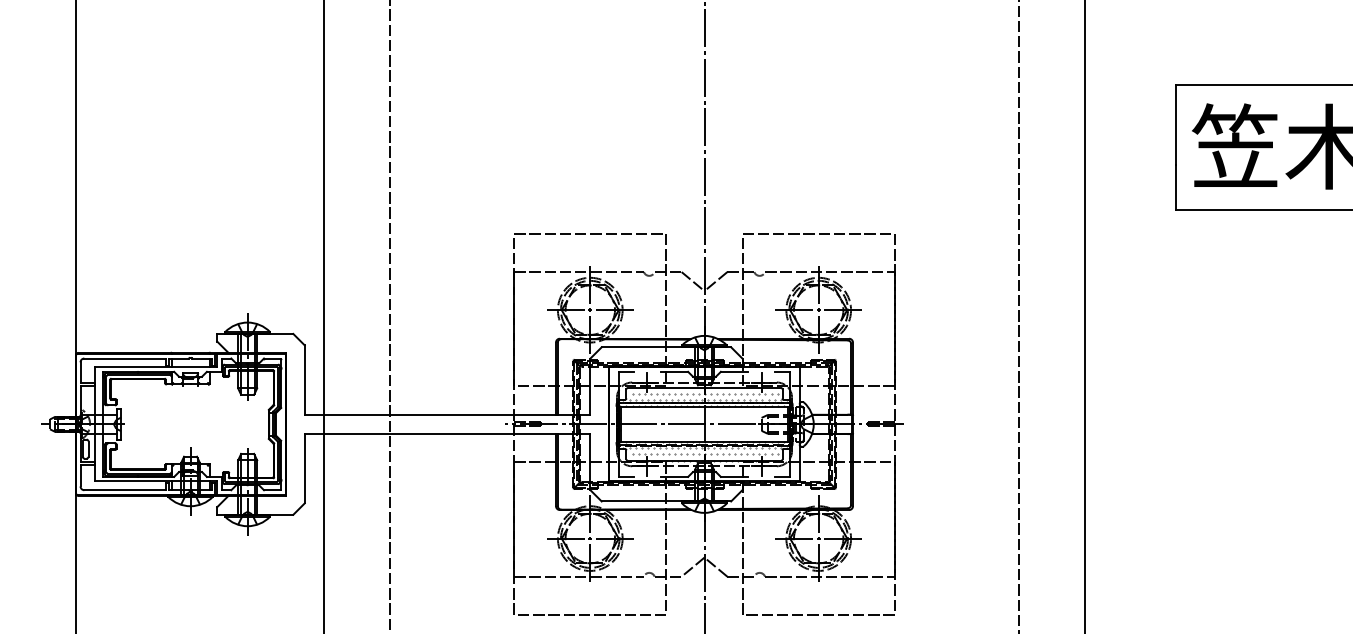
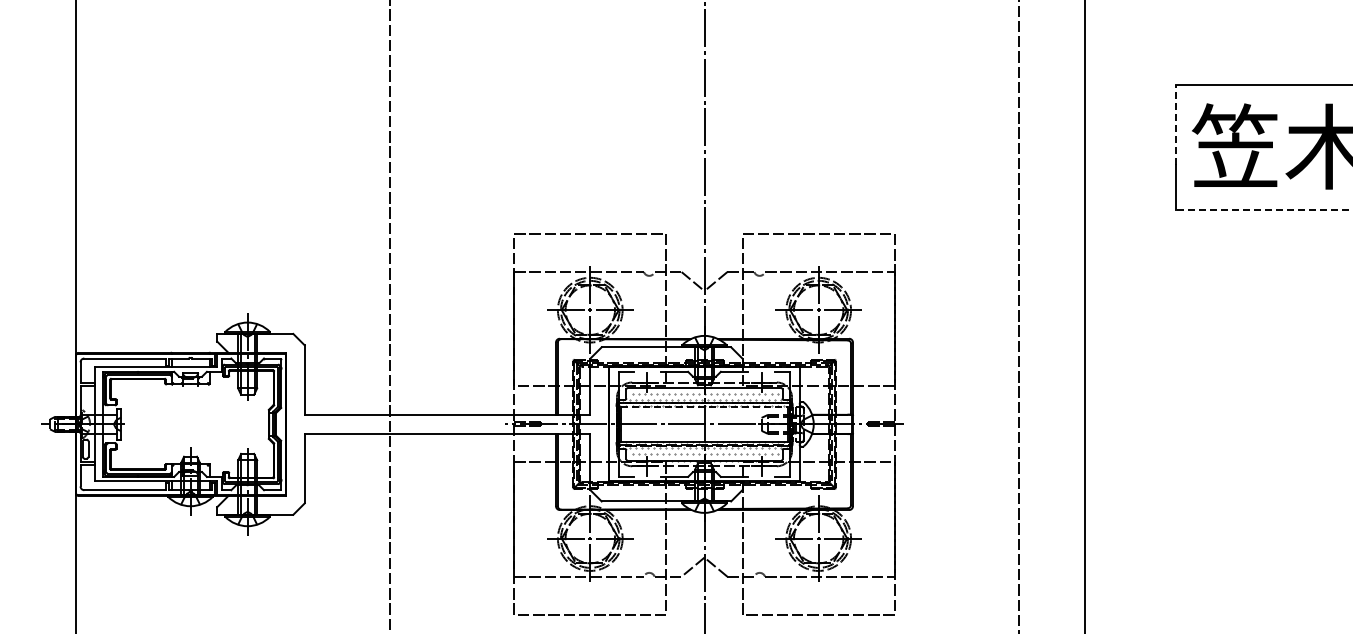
line at (1175, 125): solid -> dashed
line at (1263, 210): solid -> dashed
line at (323, 316): present -> none
line at (704, 407): solid -> dashed
